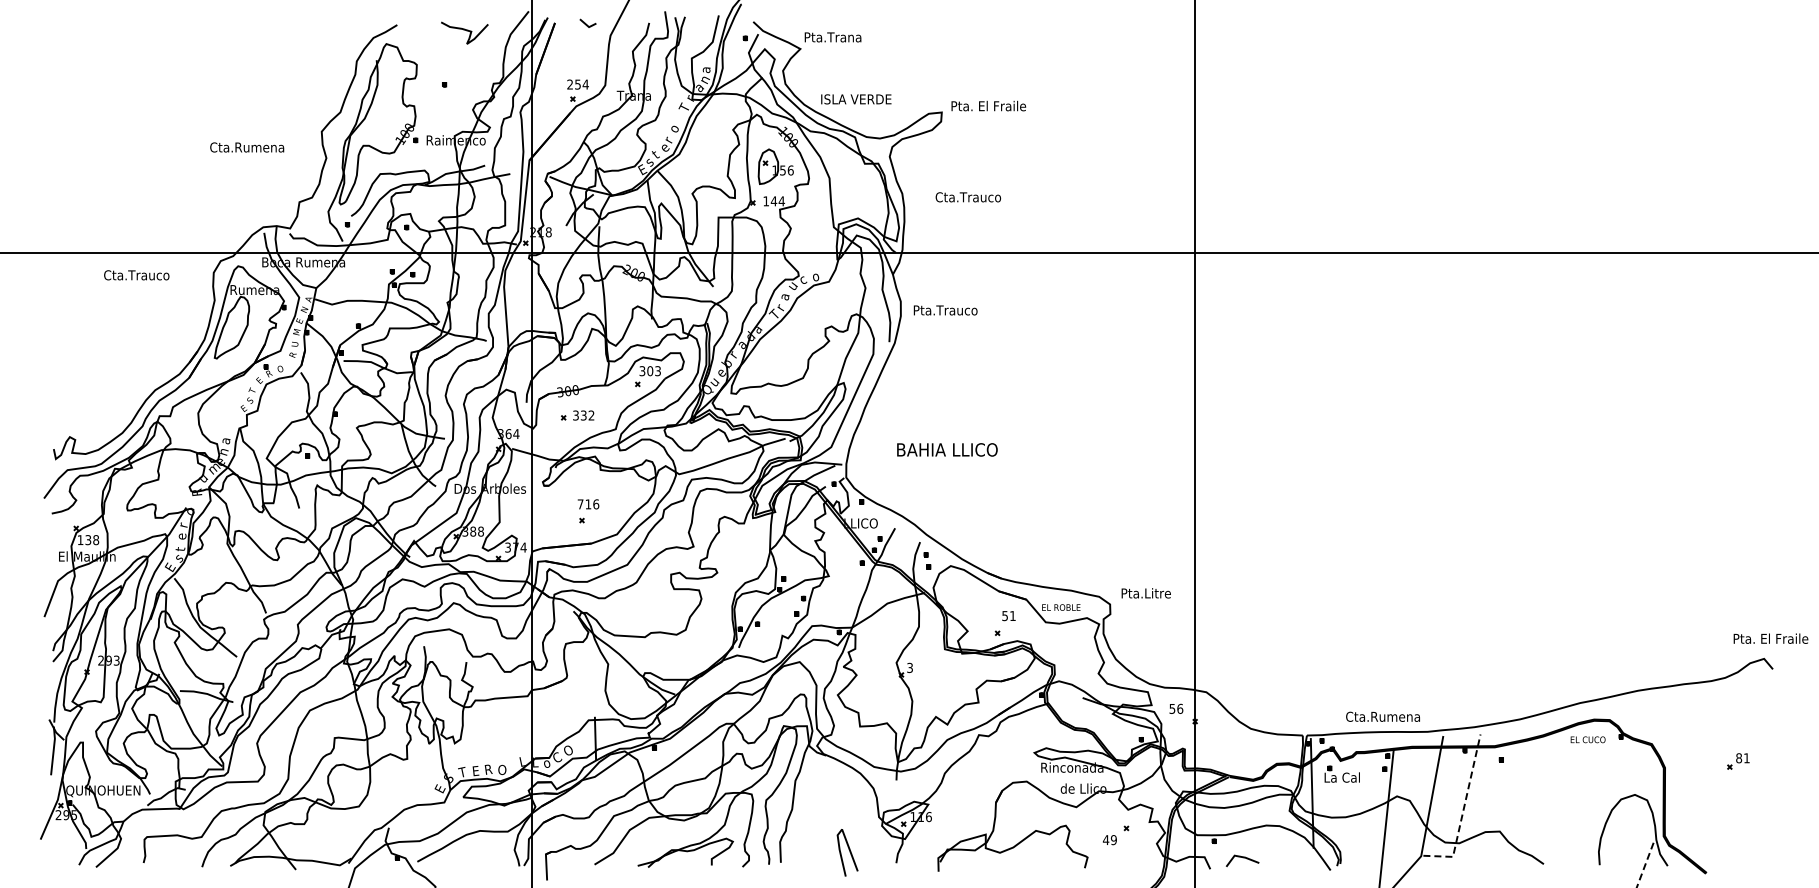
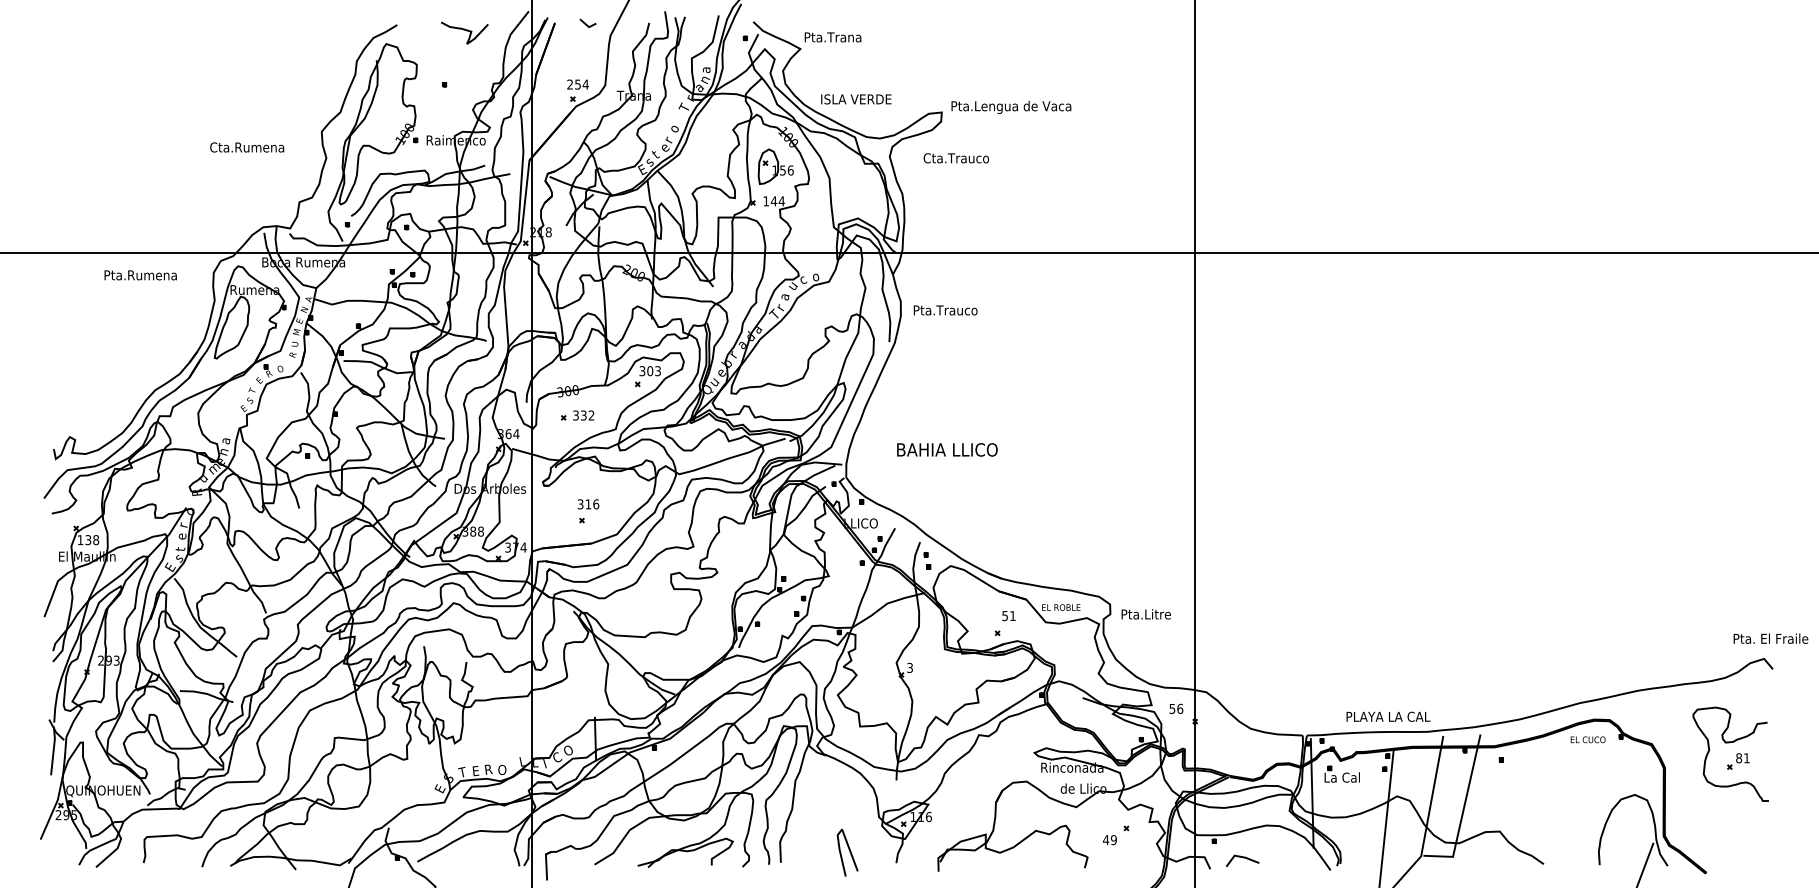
text at (1023, 106): Pta. El Fraile -> Pta.Lengua de Vaca
text at (968, 197) position: (968, 197) -> (956, 158)
text at (140, 275): Cta.Trauco -> Pta.Rumena
text at (580, 504): 716 -> 316
text at (1145, 593) position: (1145, 593) -> (1145, 614)
text at (1388, 716): Cta.Rumena -> PLAYA LA CAL
curve at (1730, 743): none -> present
text at (546, 763): o -> I
line at (1463, 810): dashed -> solid
line at (1645, 865): dashed -> solid
